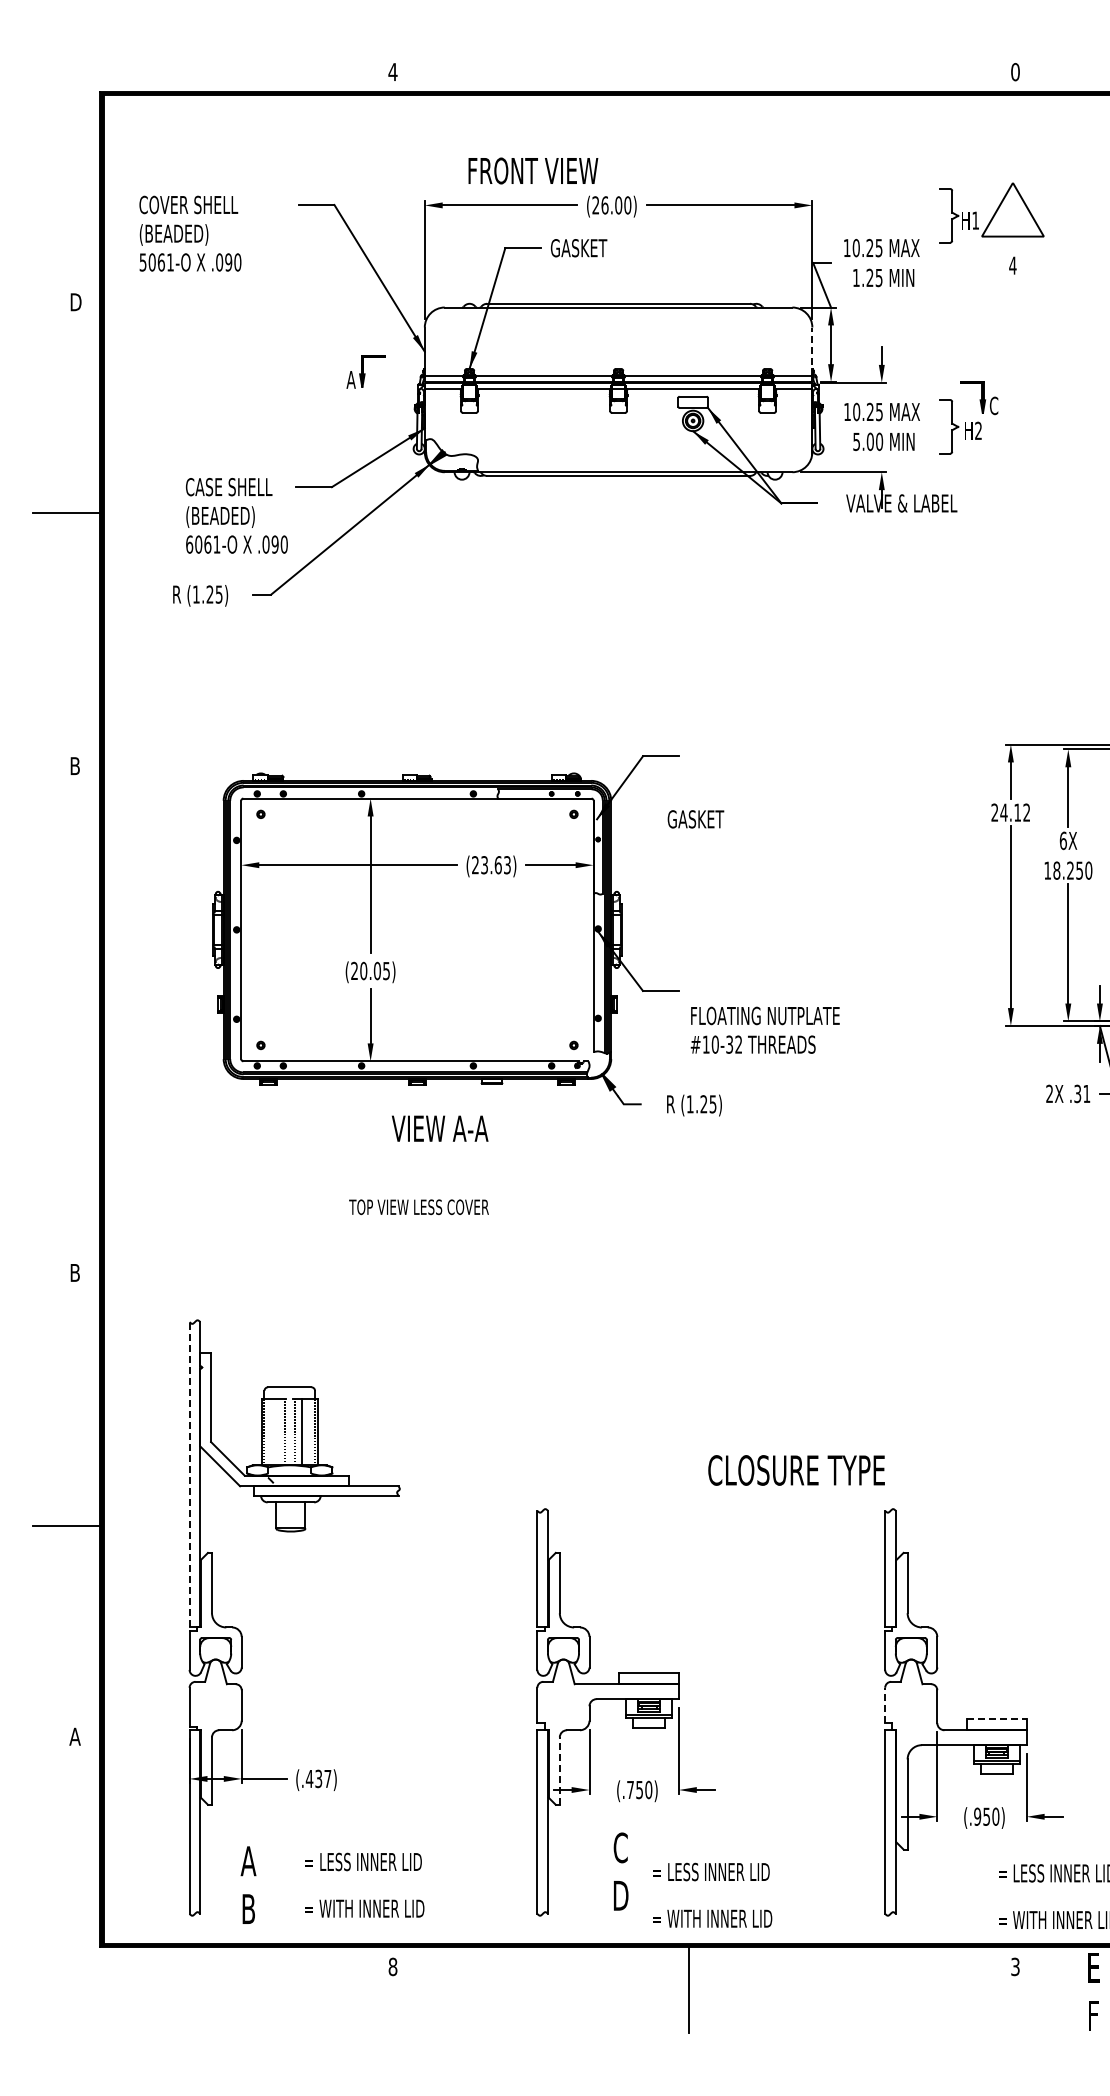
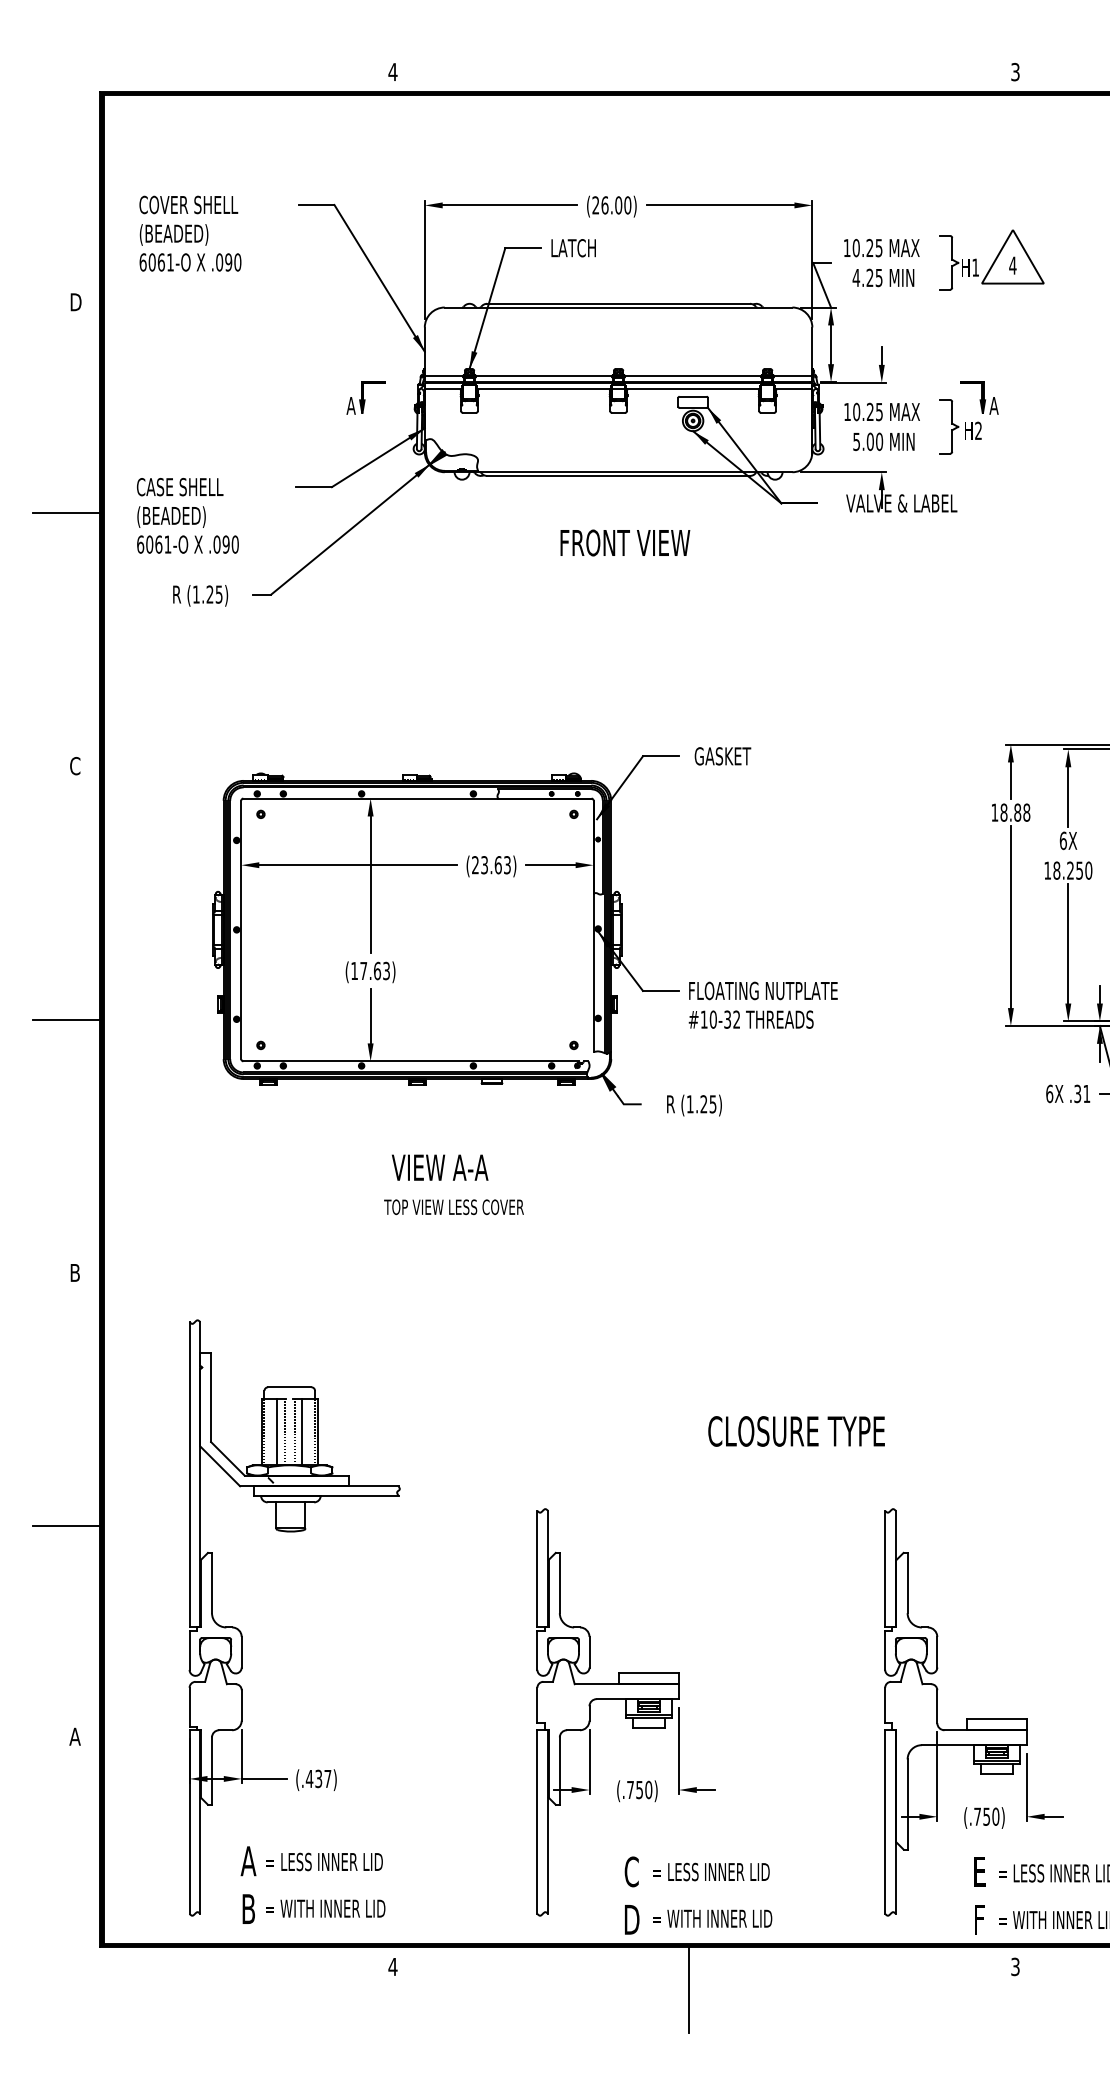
text at (1015, 72): 0 -> 3
text at (533, 170) position: (533, 170) -> (625, 542)
part at (991, 212) position: (991, 212) -> (991, 259)
text at (578, 248): GASKET -> LATCH
text at (142, 262): 5061-O -> 6061-O
text at (856, 277): 1.25 -> 4.25
line at (812, 351): dashed -> solid
part at (365, 371) position: (365, 371) -> (365, 397)
text at (993, 405): C -> A
text at (236, 515) position: (236, 515) -> (187, 515)
text at (75, 765): B -> C
text at (1010, 812): 24.12 -> 18.88
text at (695, 819) position: (695, 819) -> (722, 756)
text at (370, 970): (20.05) -> (17.63)
line at (66, 1019): none -> present
text at (764, 1029) position: (764, 1029) -> (762, 1004)
text at (1049, 1093): 2X -> 6X
text at (440, 1128) position: (440, 1128) -> (440, 1167)
text at (418, 1207) position: (418, 1207) -> (453, 1207)
line at (277, 1432): none -> present
text at (796, 1470) position: (796, 1470) -> (796, 1431)
line at (189, 1474): dashed -> solid
line at (885, 1705): dashed -> solid
line at (996, 1719): dashed -> solid
line at (559, 1771): dashed -> solid
text at (977, 1816): (.950) -> (.750)
text at (620, 1871) position: (620, 1871) -> (631, 1895)
text at (364, 1884) position: (364, 1884) -> (325, 1884)
text at (392, 1966): 8 -> 4
text at (1093, 1991) position: (1093, 1991) -> (979, 1895)
